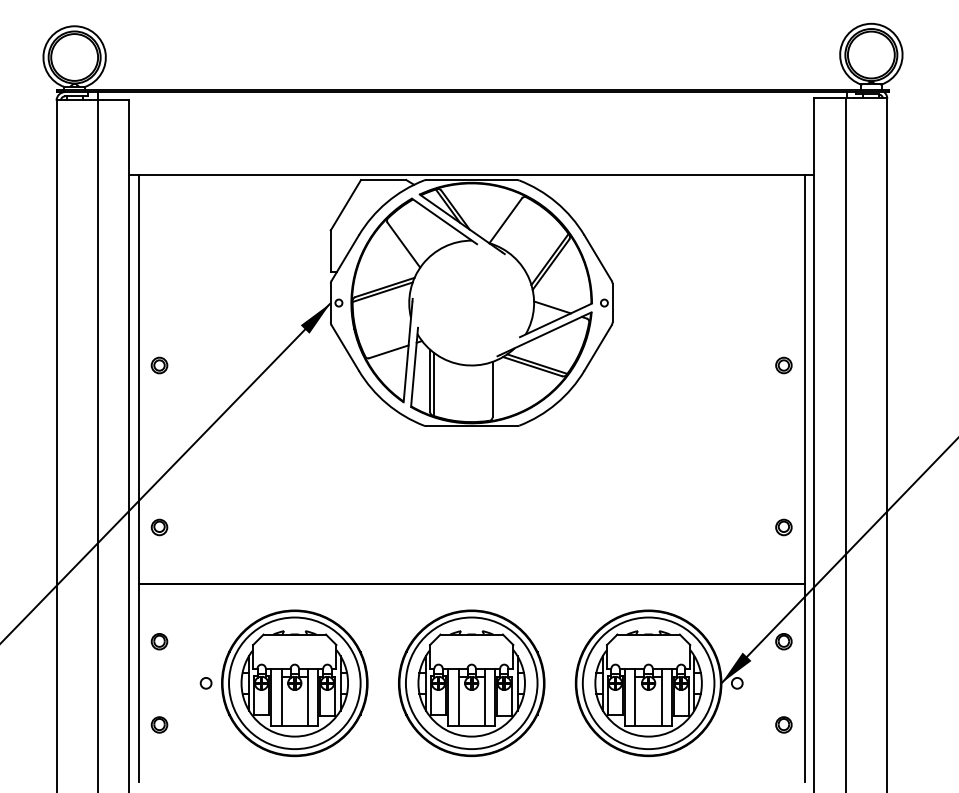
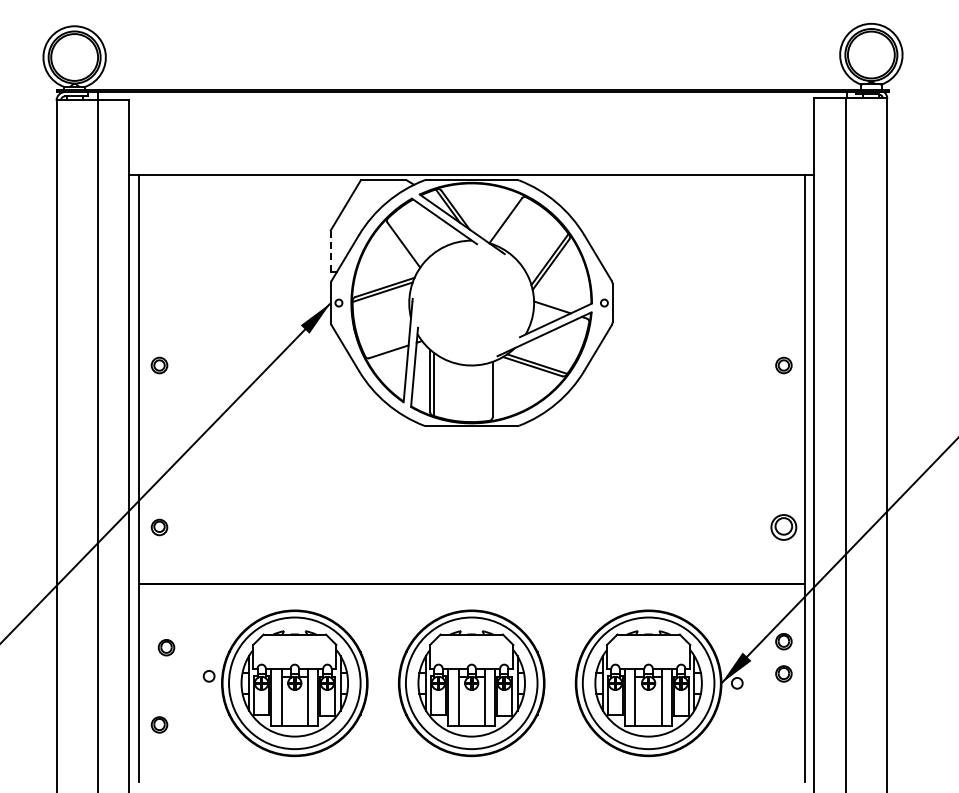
line at (330, 251): solid -> dashed
part at (783, 527) size: 18x19 px -> 28x27 px
part at (159, 641) position: (159, 641) -> (166, 647)
circle at (205, 683) position: (205, 683) -> (208, 676)
part at (783, 724) position: (783, 724) -> (783, 673)
